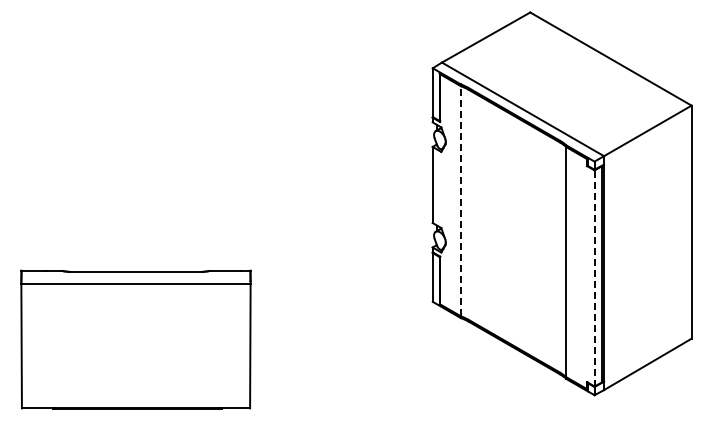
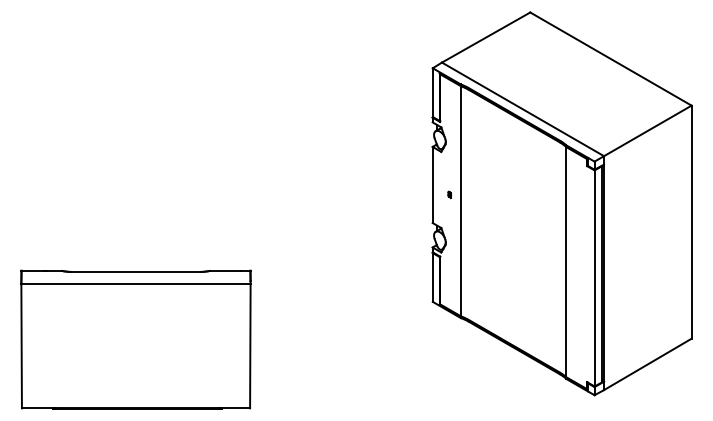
part at (449, 194): none -> present
line at (461, 200): dashed -> solid
line at (594, 277): dashed -> solid
